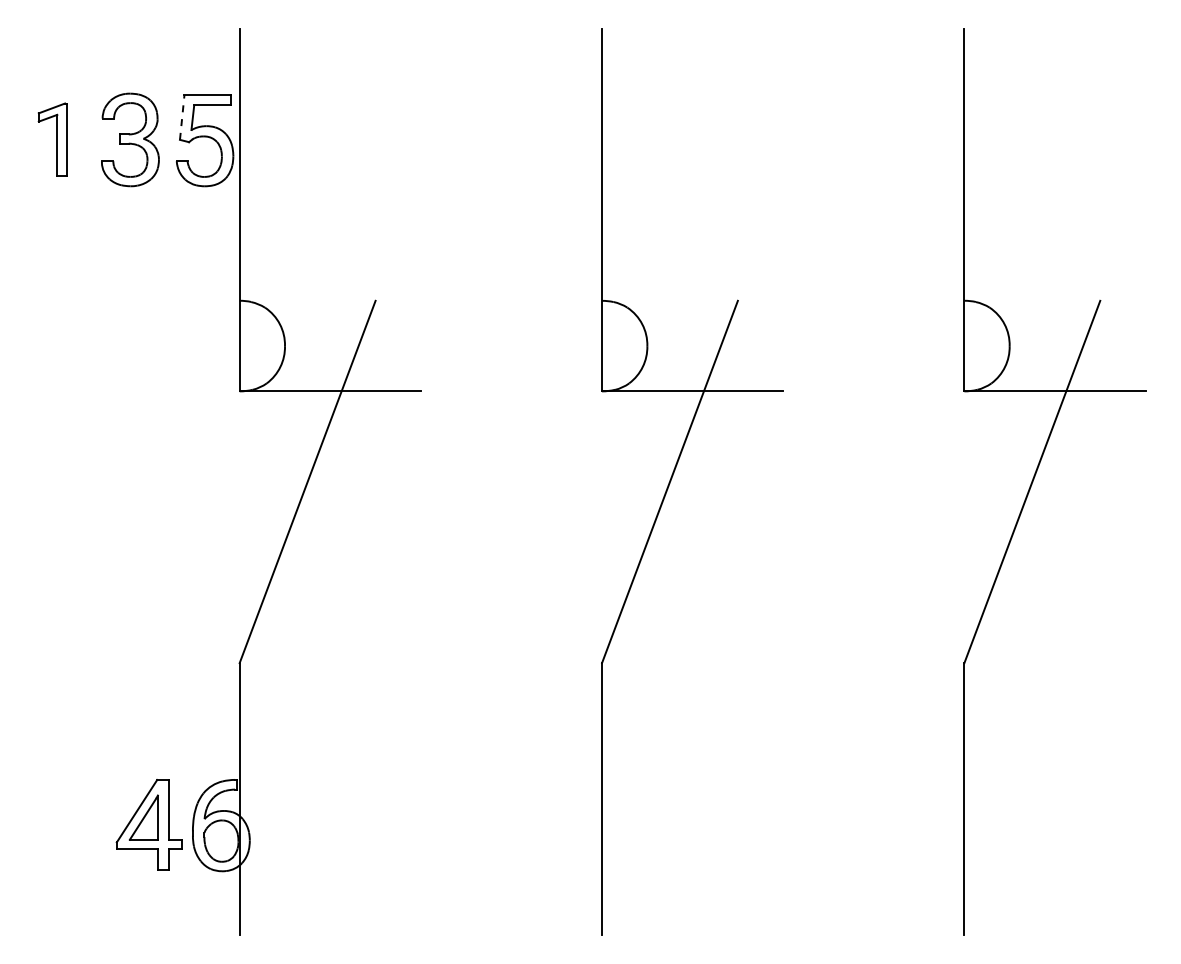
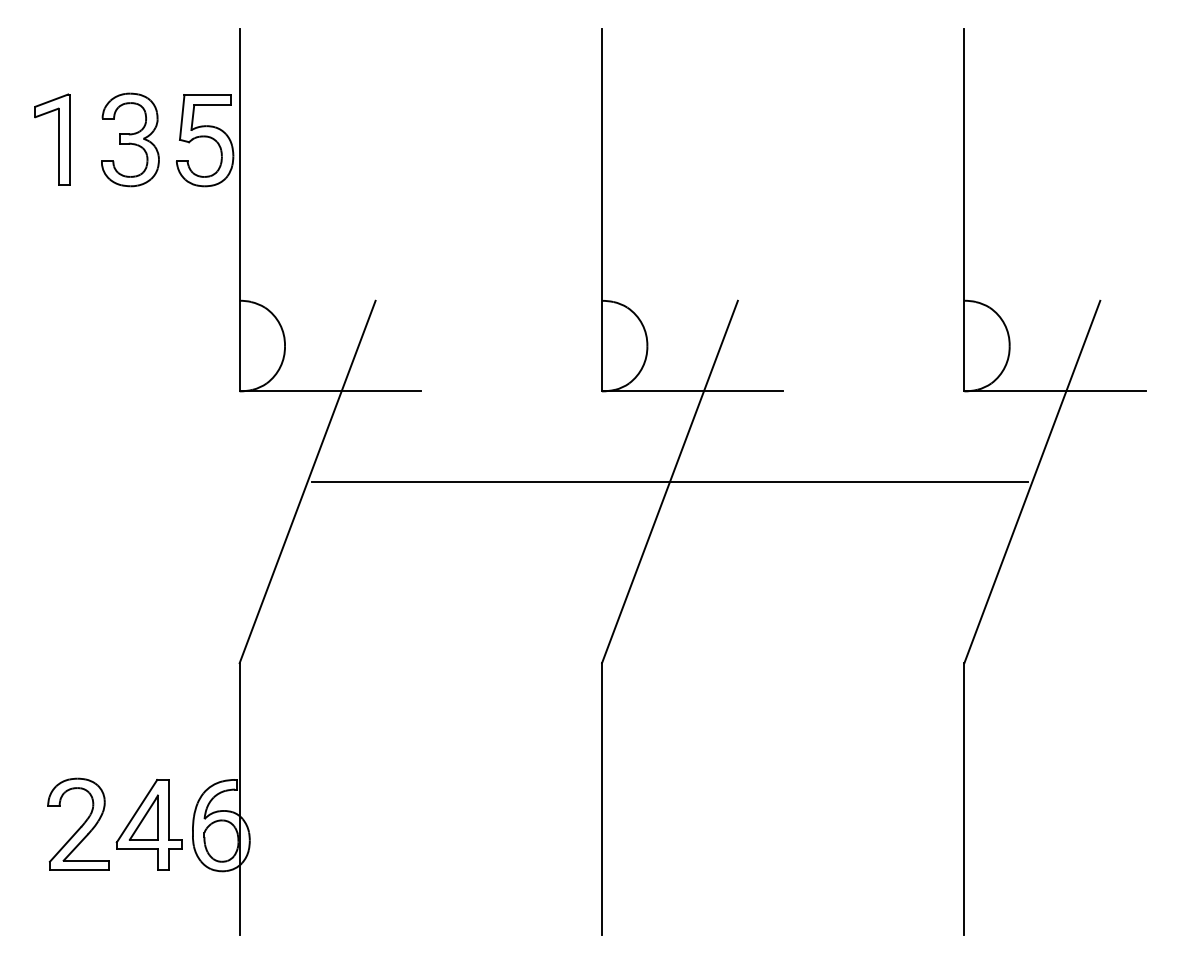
line at (182, 117): dashed -> solid
part at (52, 139) size: 31x75 px -> 37x93 px
line at (669, 481): none -> present
part at (78, 823): none -> present
